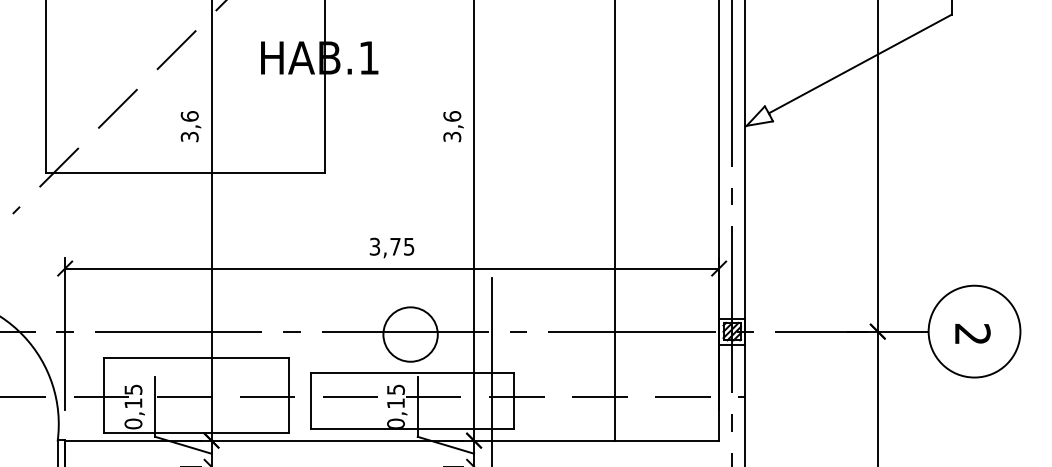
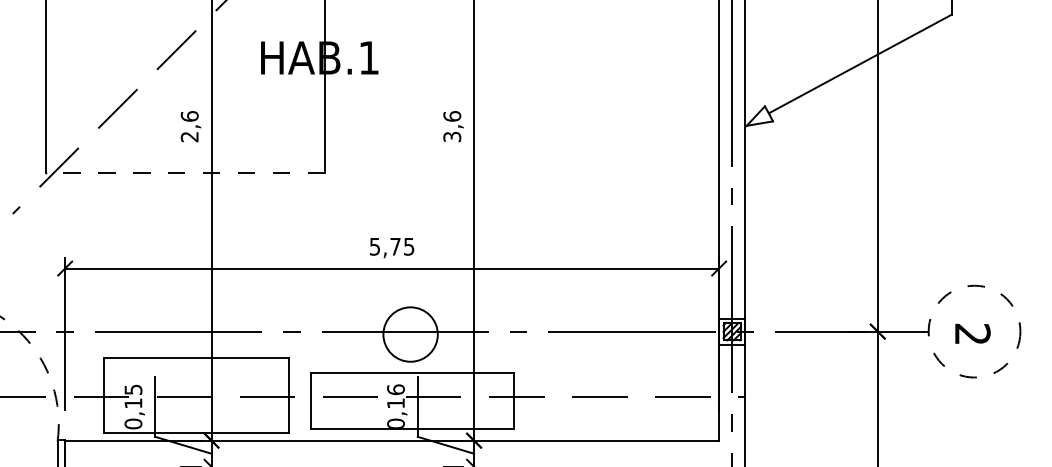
text at (189, 136): 3,6 -> 2,6
line at (185, 173): solid -> dashed
line at (614, 221): present -> none
text at (375, 245): 3,75 -> 5,75
circle at (974, 331): solid -> dashed
arc at (46, 370): solid -> dashed
line at (492, 370): present -> none
text at (395, 389): 0,15 -> 0,16
